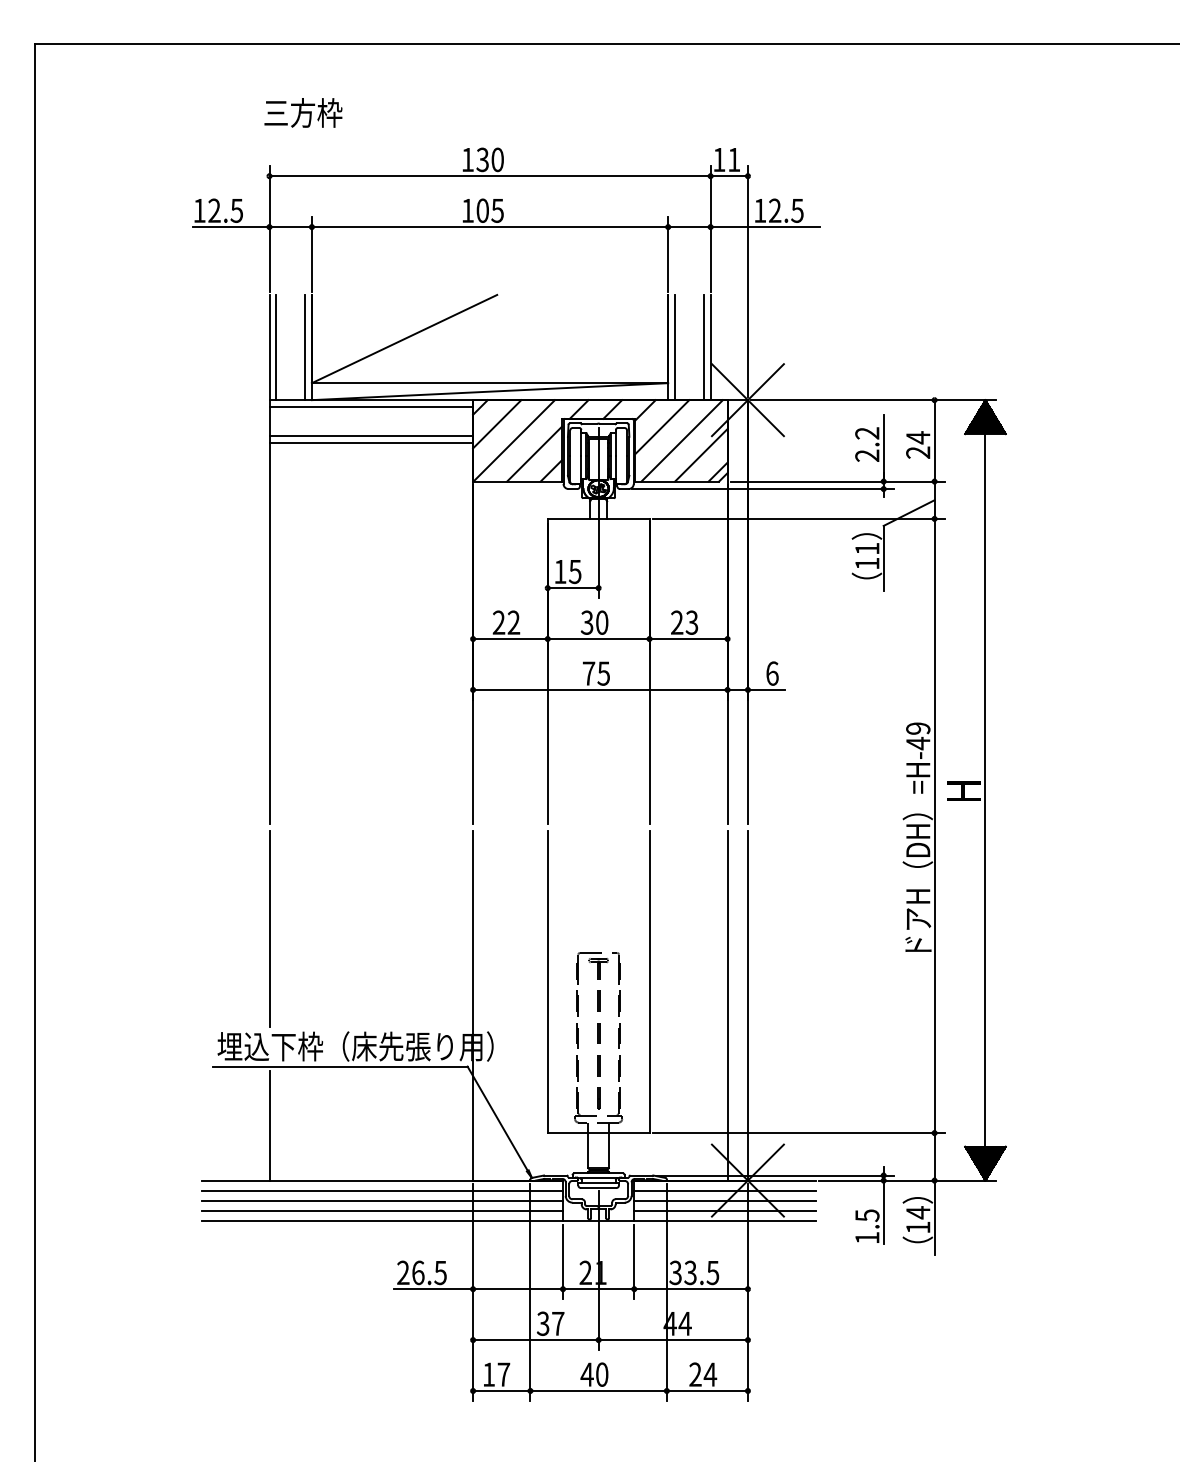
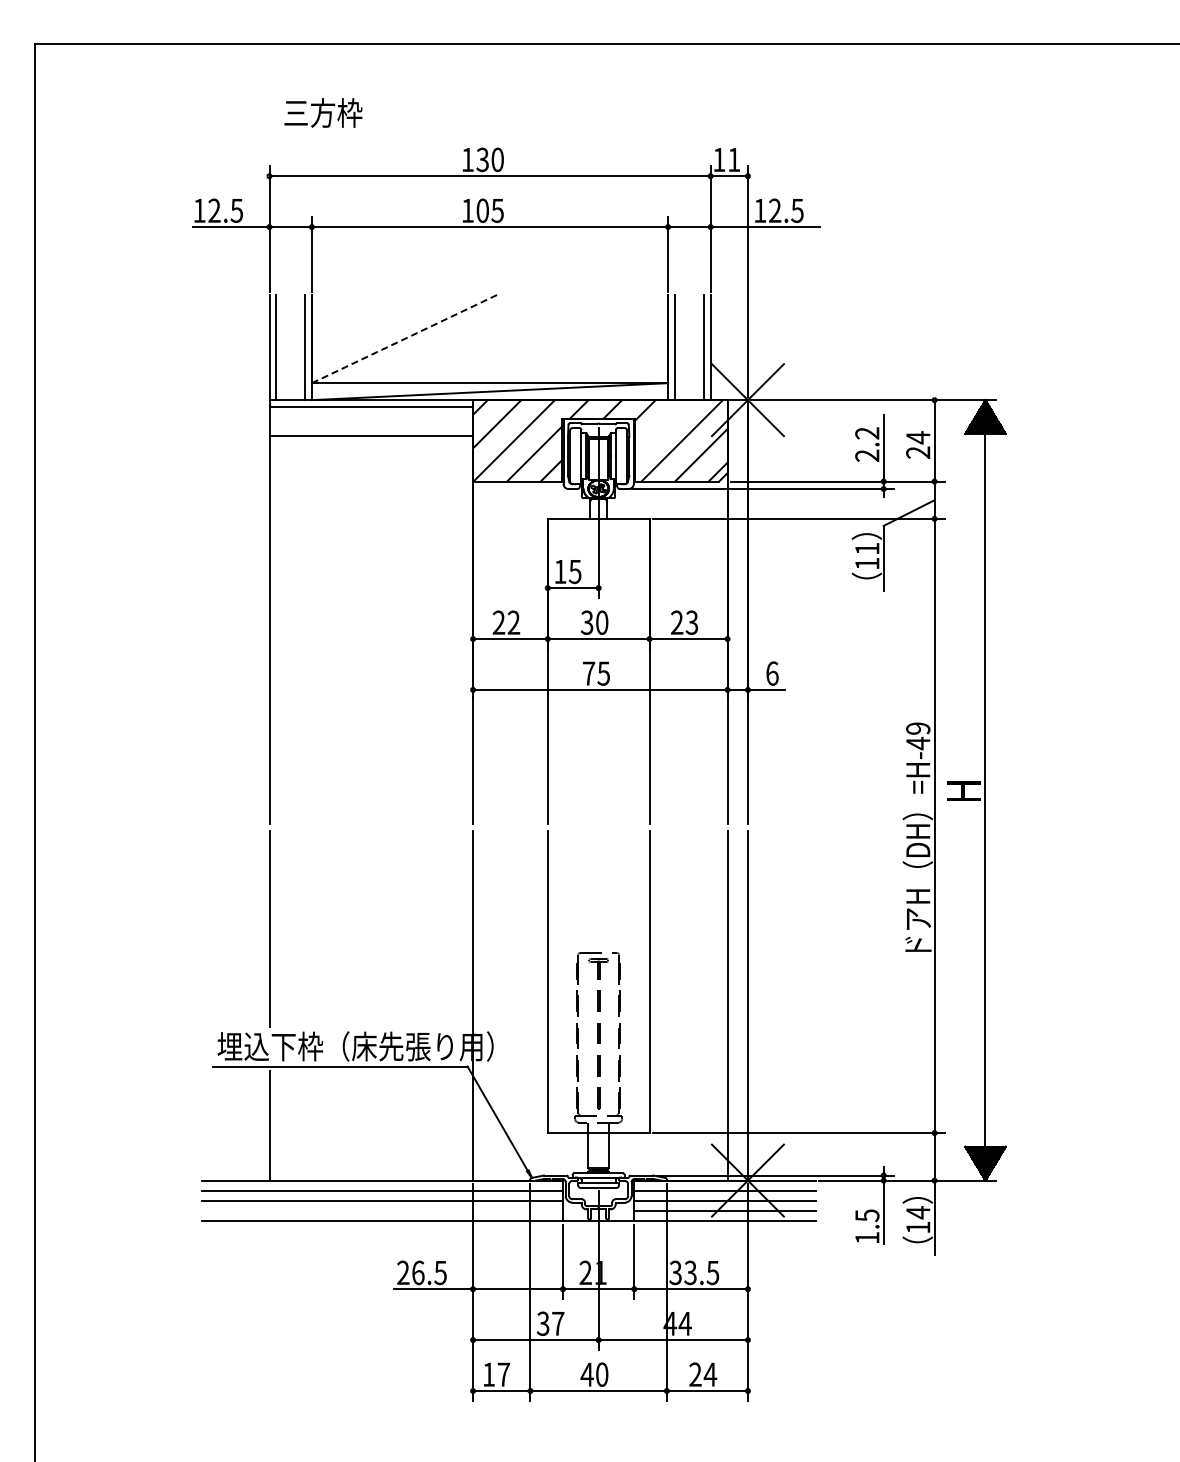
text at (303, 112) position: (303, 112) -> (323, 112)
line at (404, 339): solid -> dashed
line at (662, 427): present -> none
line at (371, 442): present -> none
line at (382, 1211): present -> none
